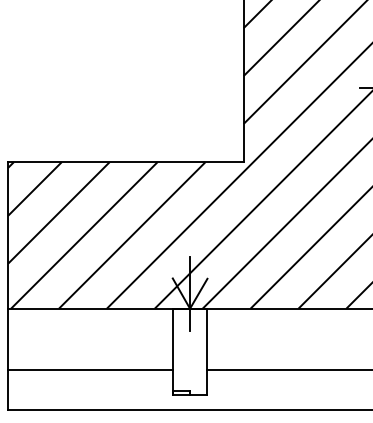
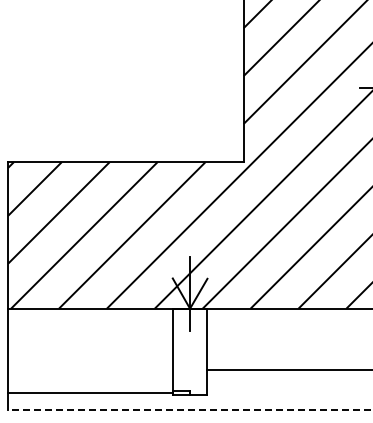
line at (90, 369) position: (90, 369) -> (90, 392)
line at (190, 410): solid -> dashed
